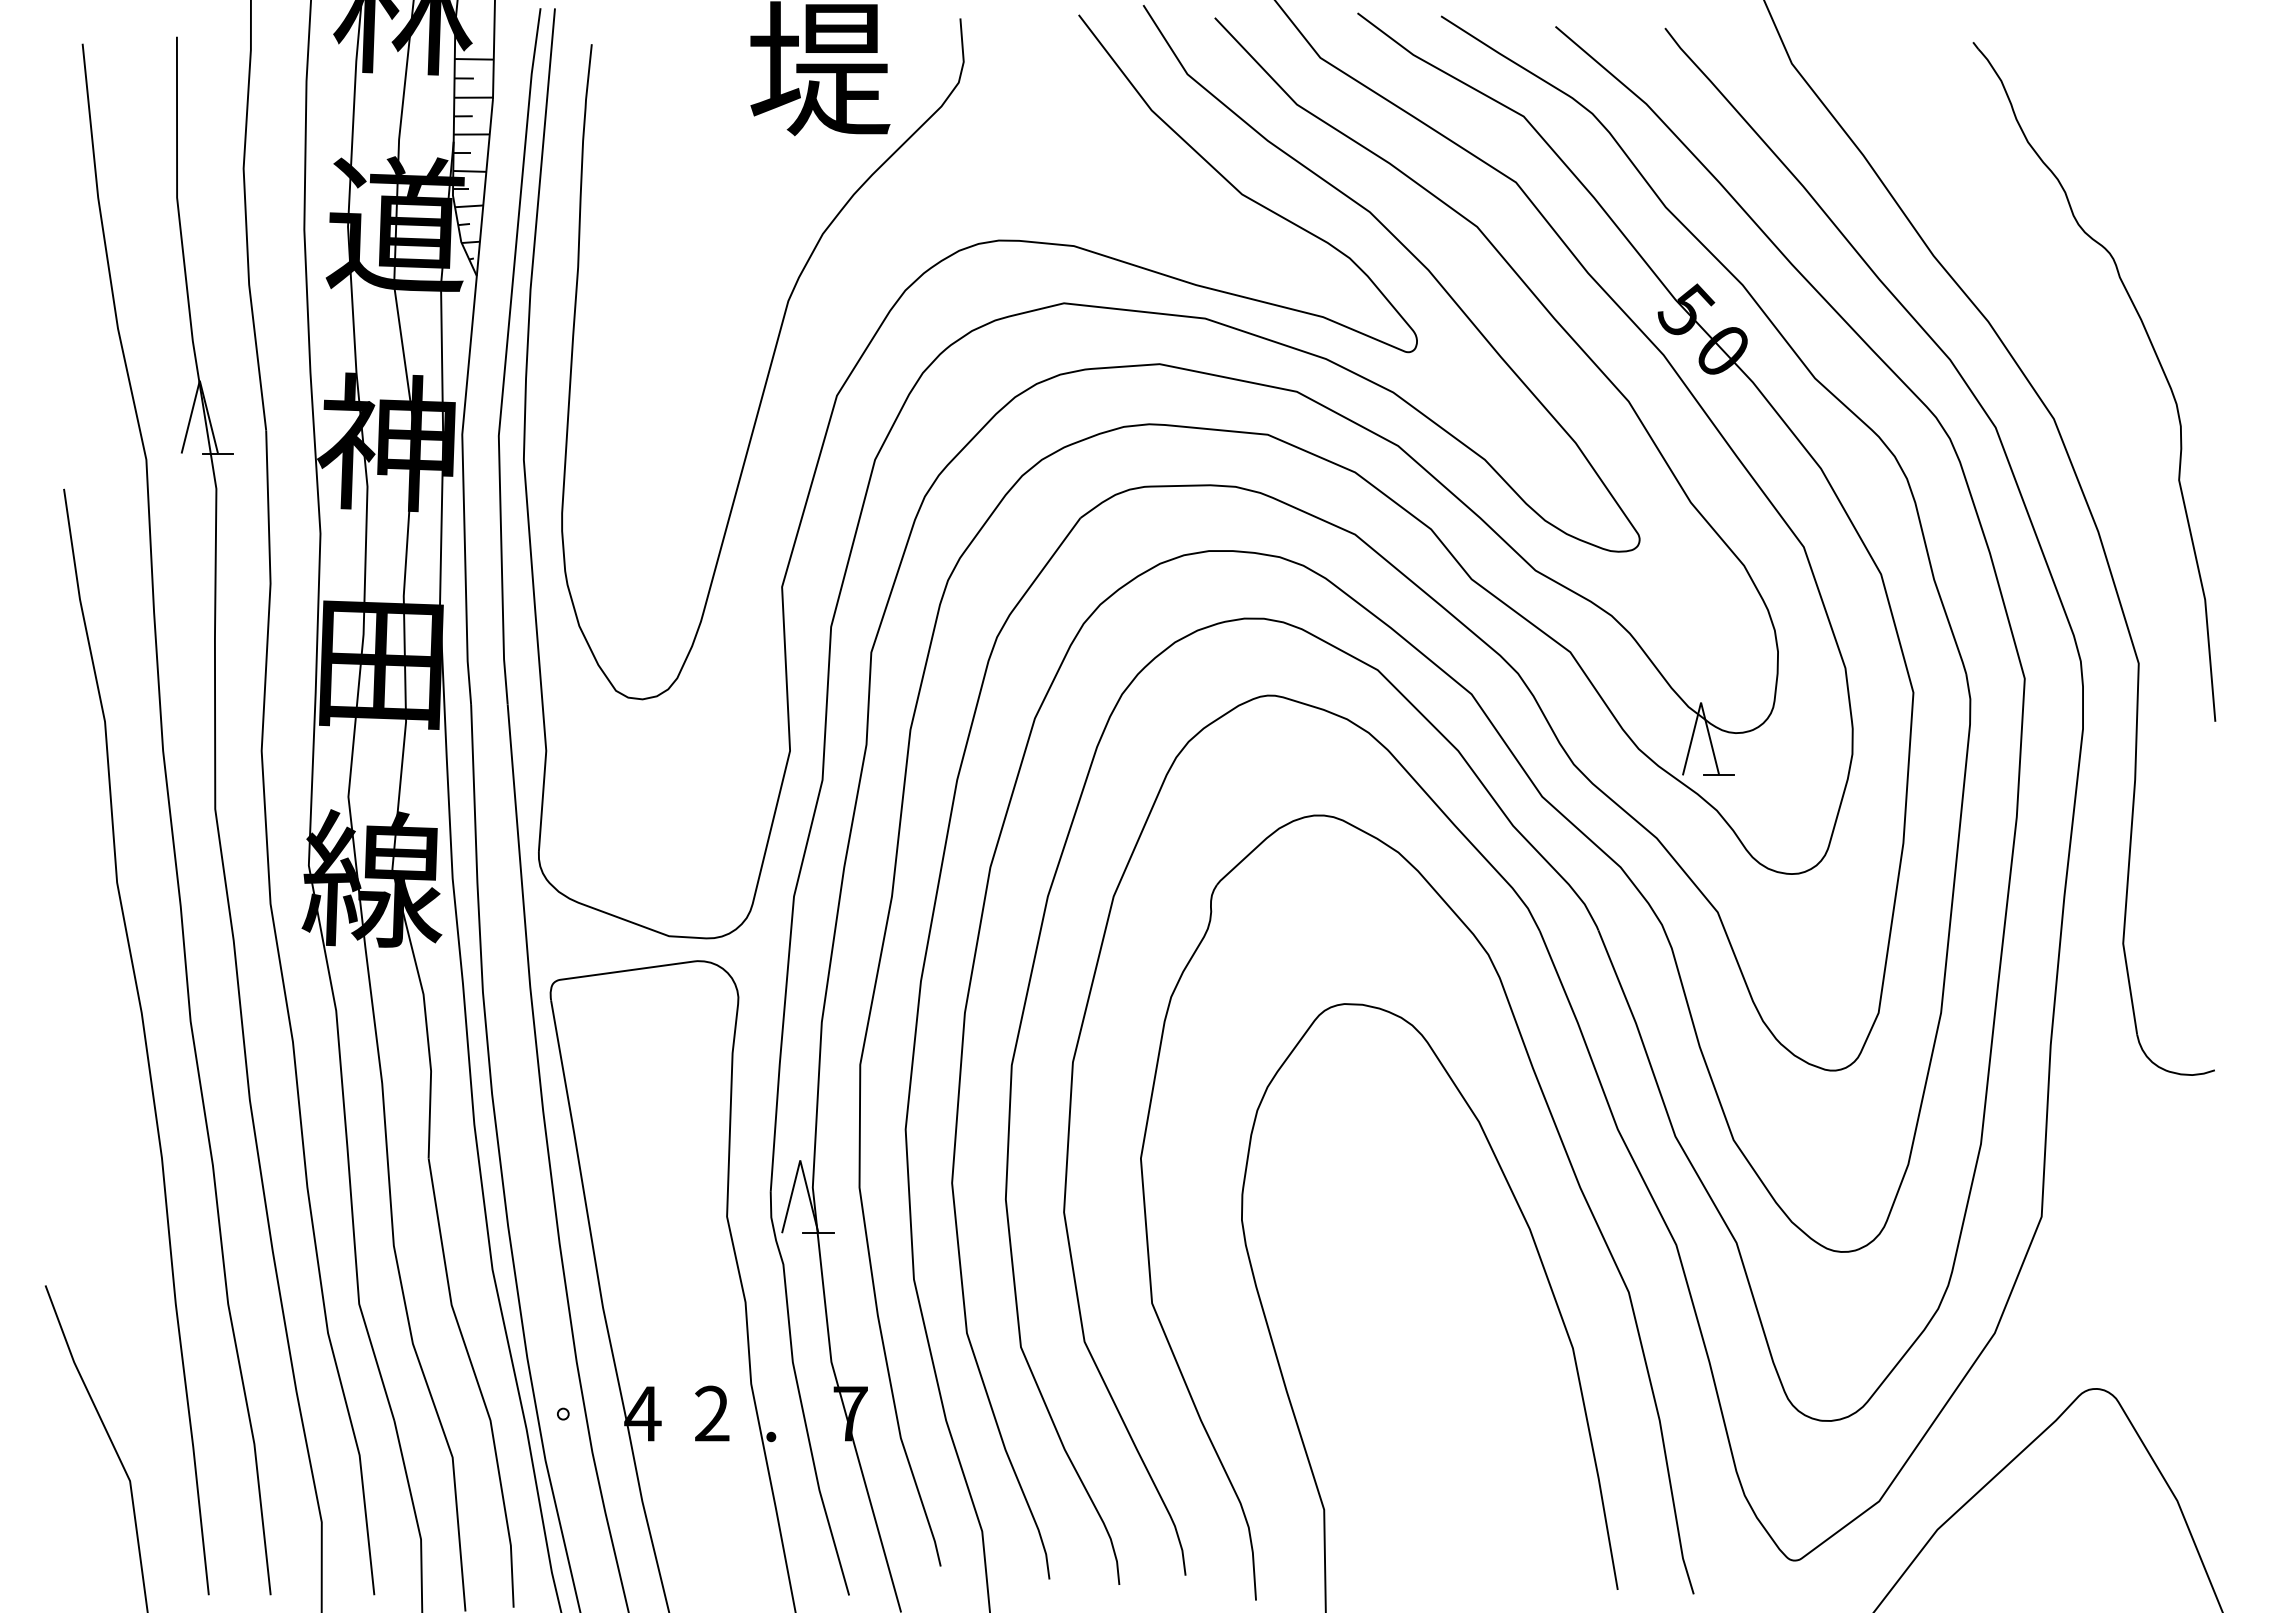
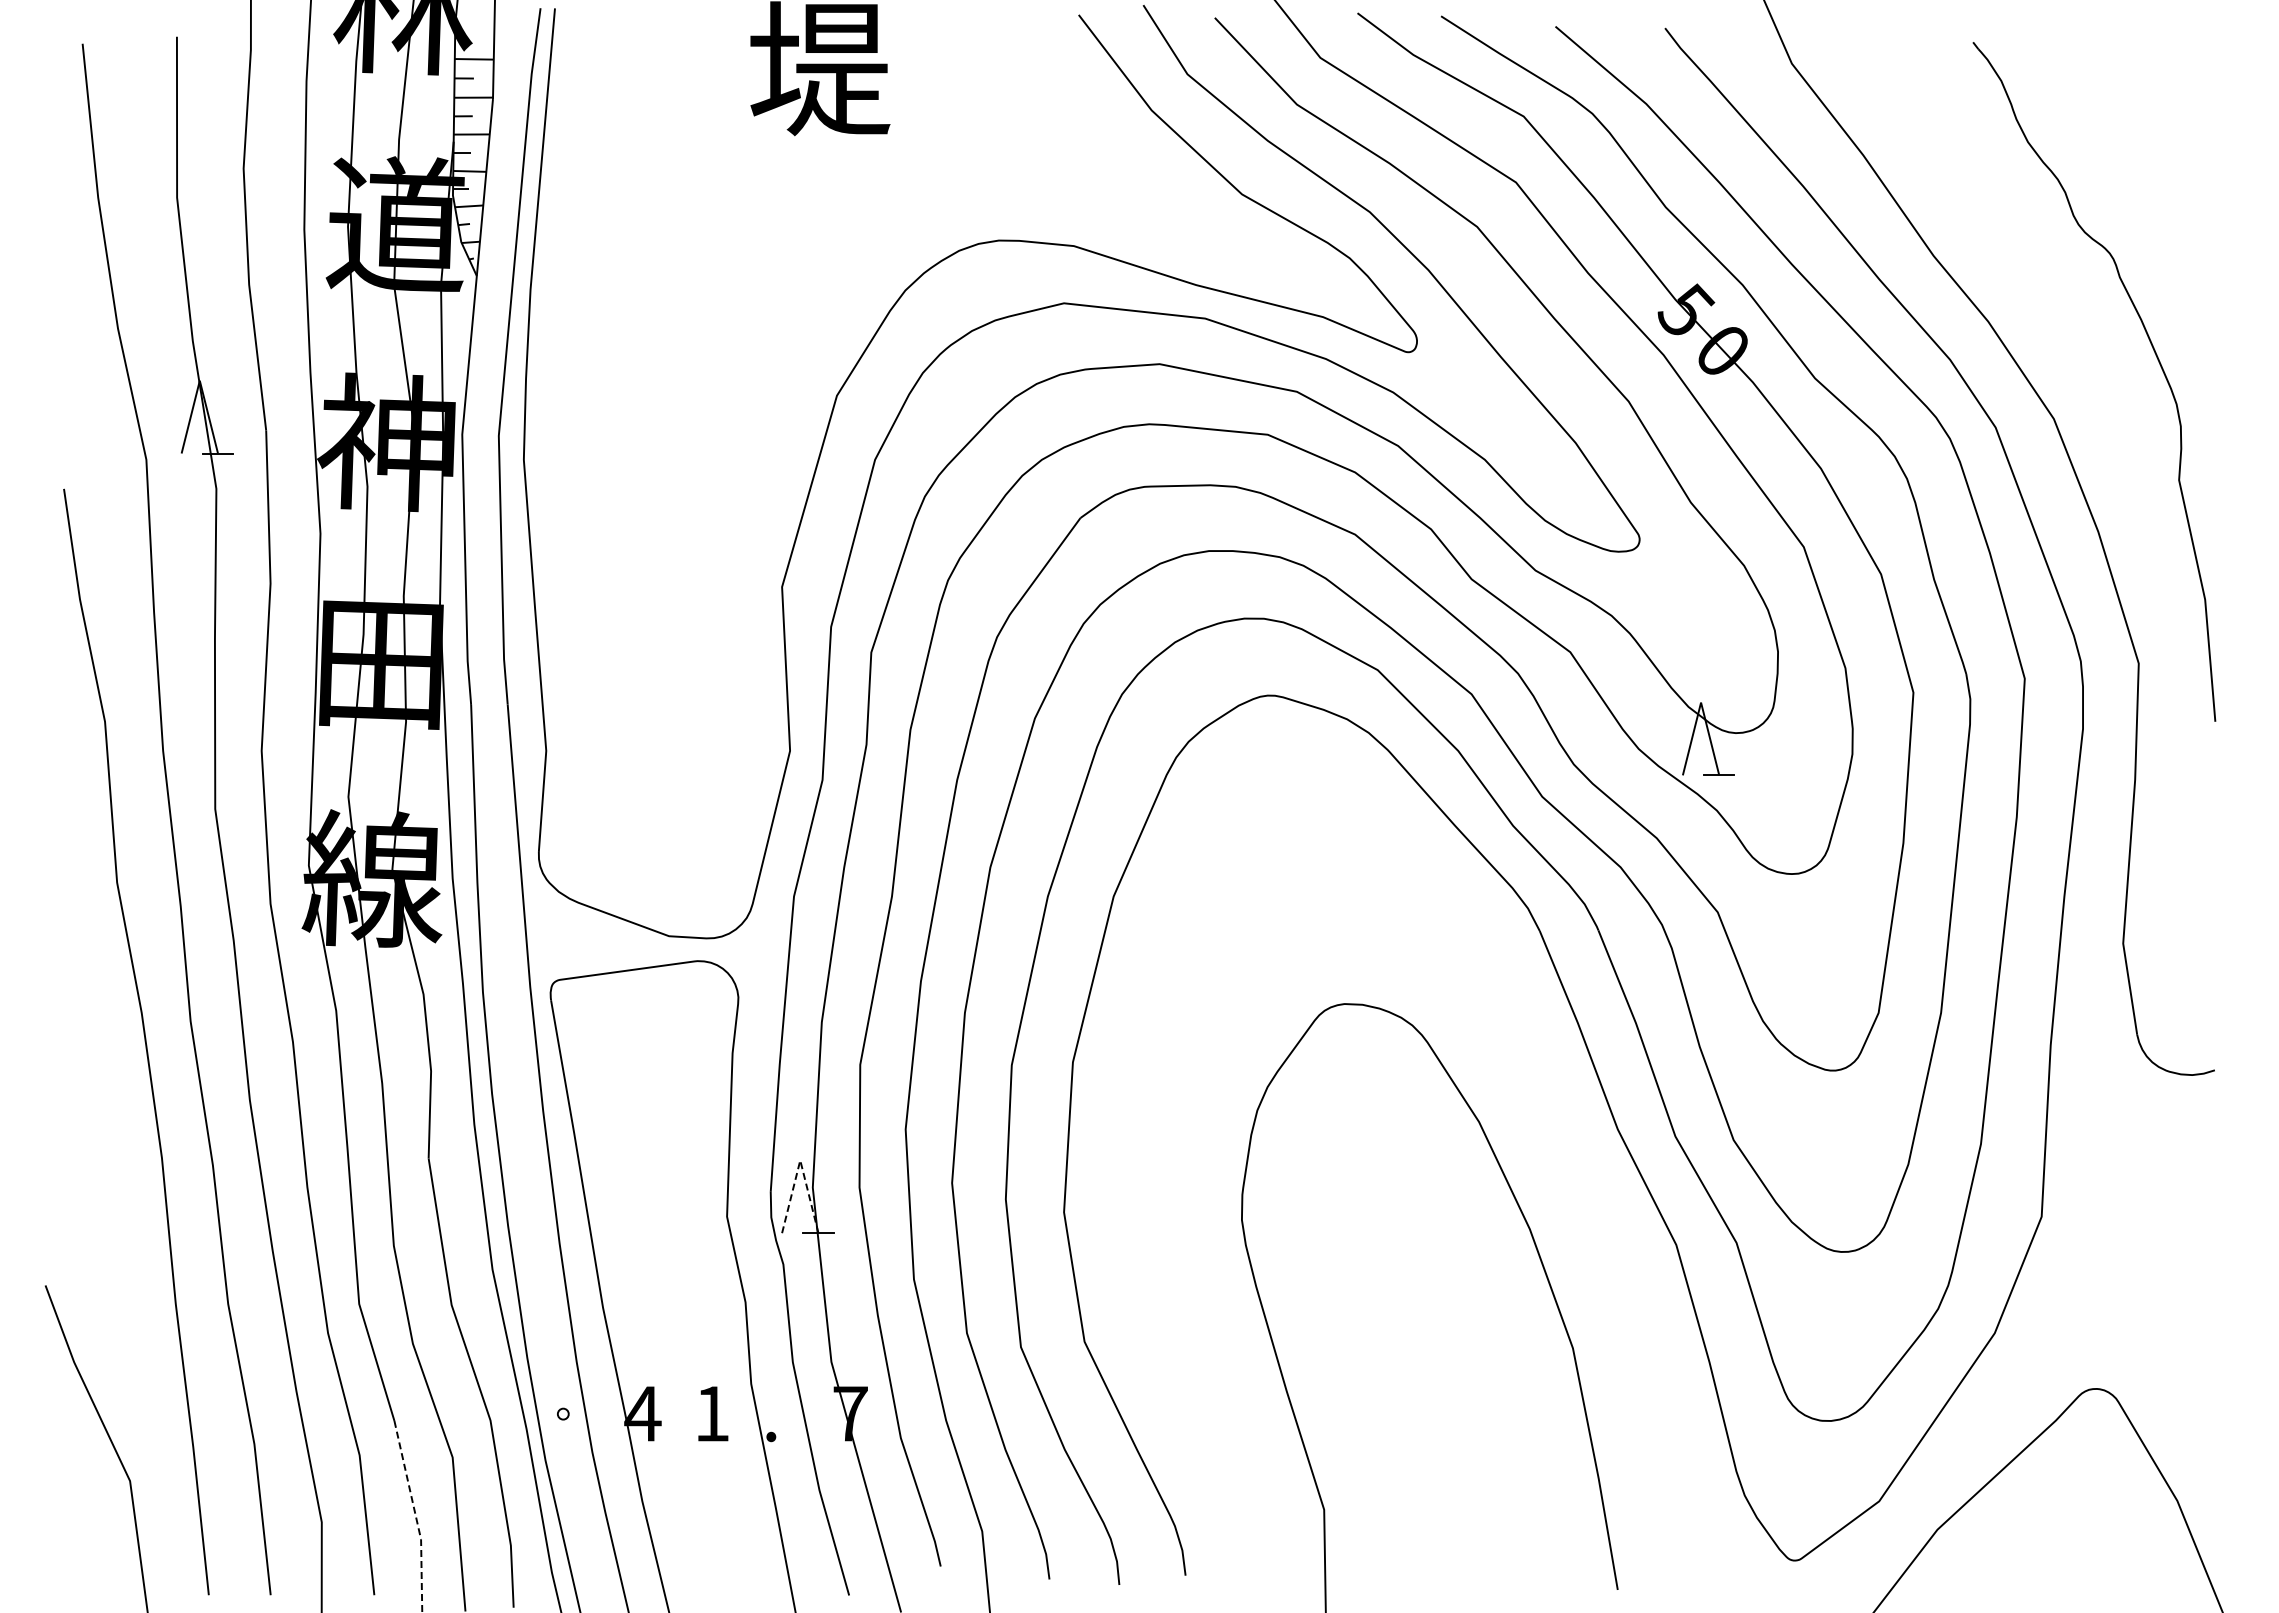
curve at (770, 362): present -> none
part at (1563, 1148): present -> none
line at (800, 1160): solid -> dashed
text at (712, 1413): 2 -> 1
line at (415, 1516): solid -> dashed
